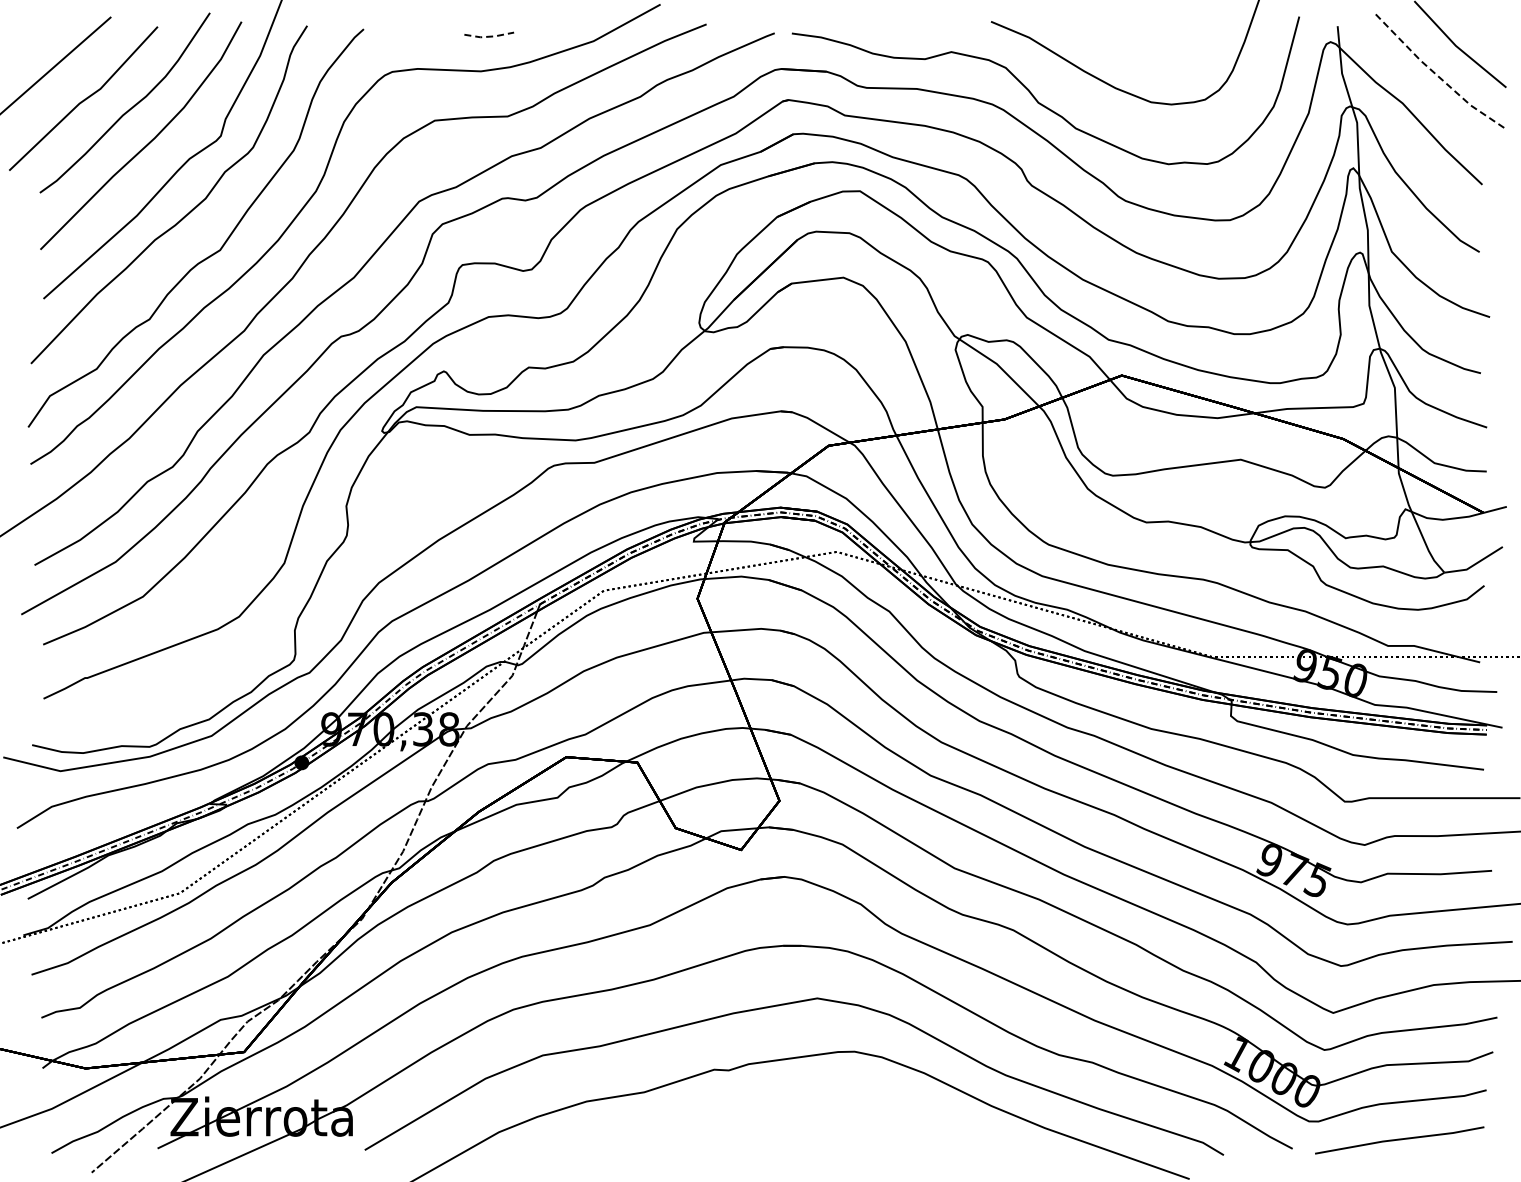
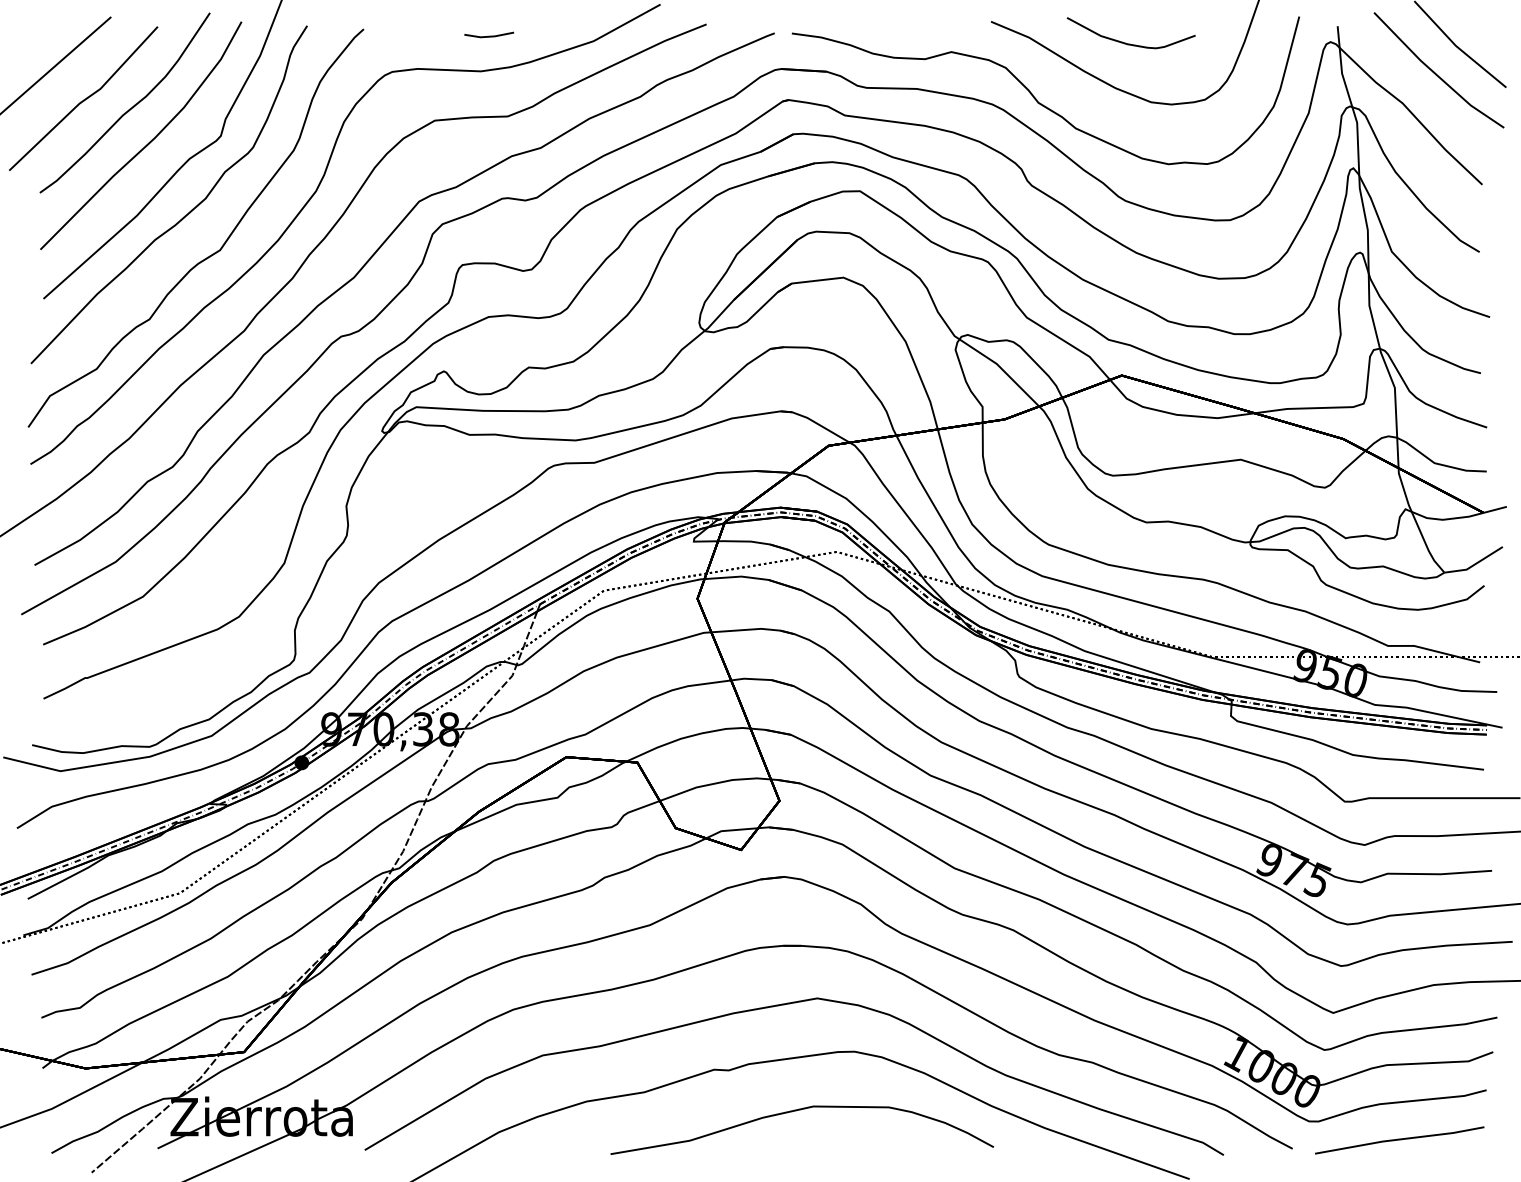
line at (489, 36): dashed -> solid
curve at (1130, 43): none -> present
line at (1436, 74): dashed -> solid
curve at (796, 1111): none -> present
